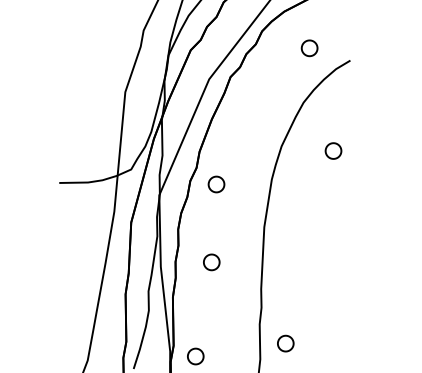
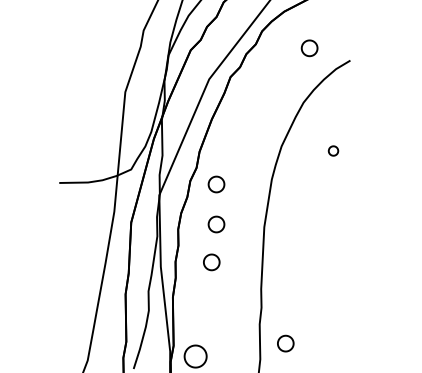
part at (333, 150) size: 19x18 px -> 13x12 px
part at (216, 224): none -> present
part at (195, 356) size: 18x19 px -> 25x25 px
